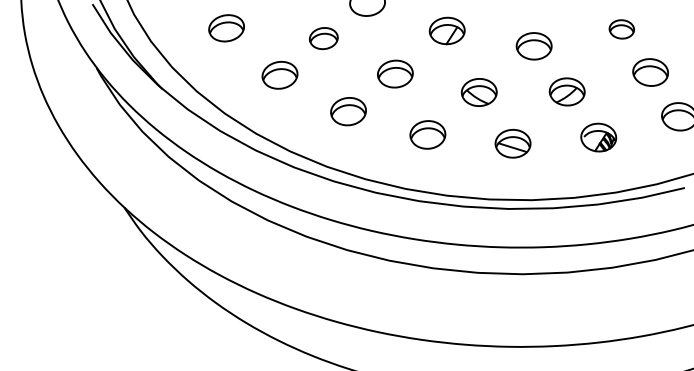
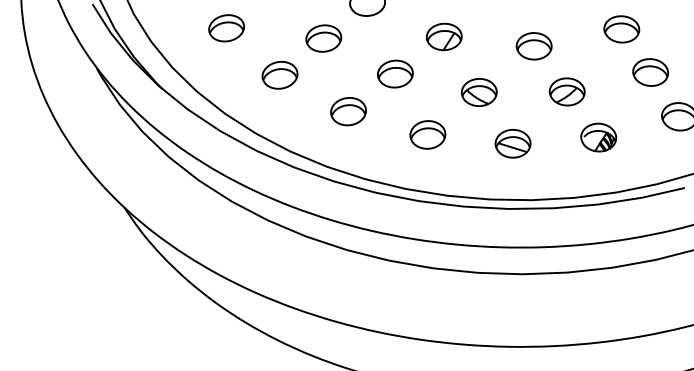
part at (621, 29) size: 27x21 px -> 38x29 px
part at (446, 30) position: (446, 30) -> (443, 36)
part at (323, 38) size: 30x24 px -> 38x29 px
